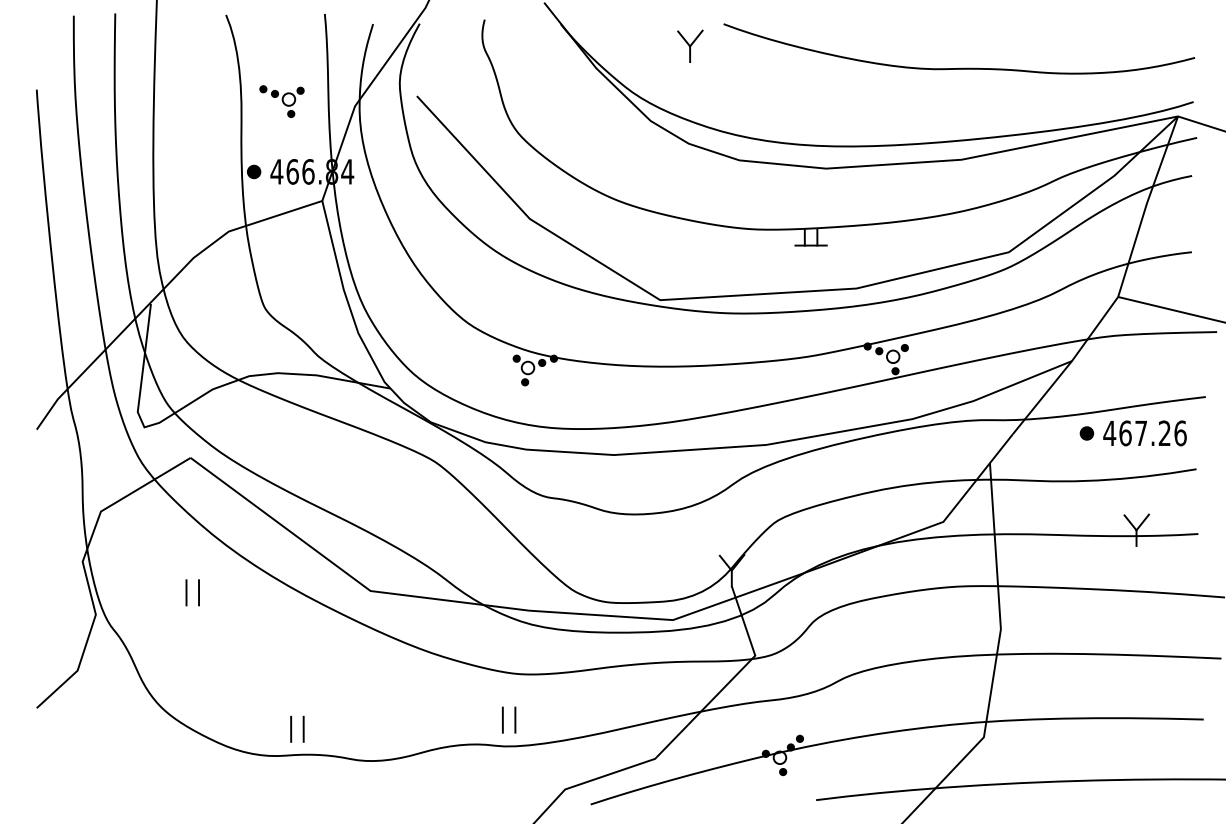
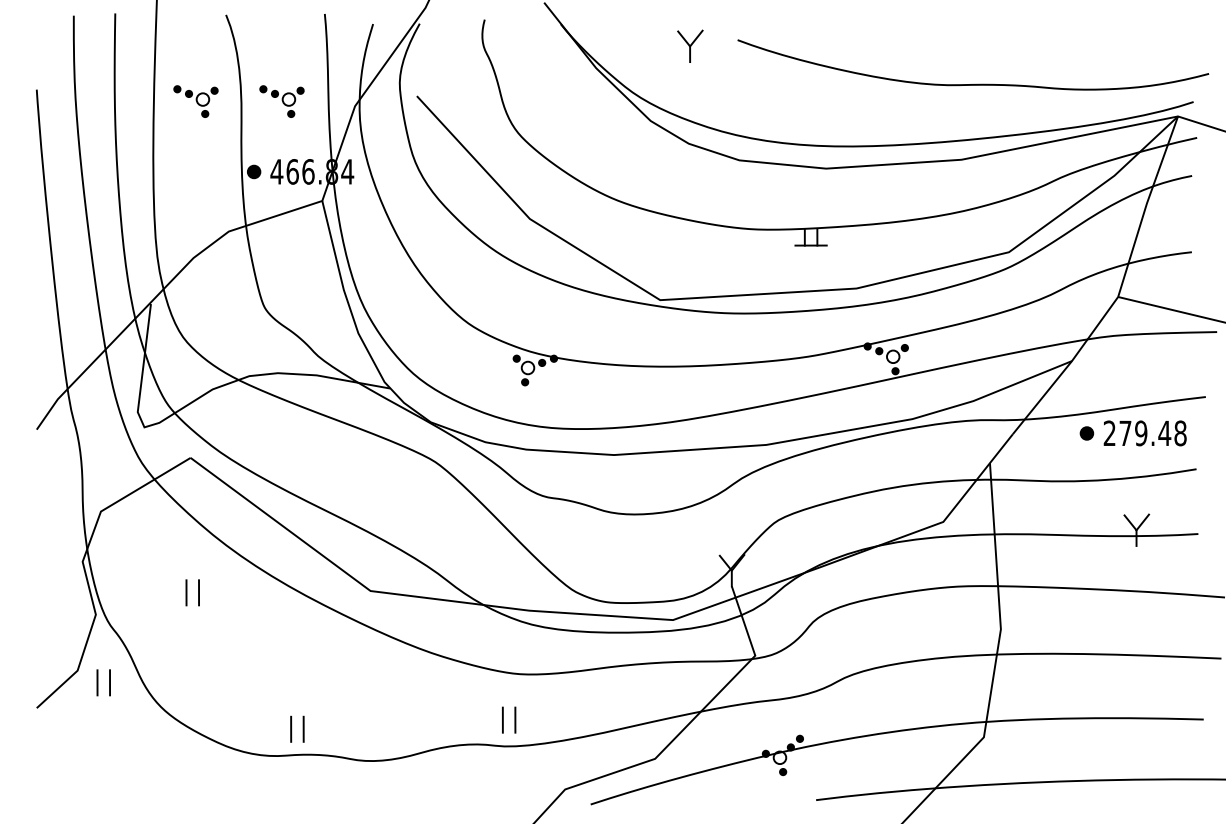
curve at (962, 67) position: (962, 67) -> (976, 83)
part at (195, 101): none -> present
text at (1144, 433): 467.26 -> 279.48
part at (103, 682): none -> present
